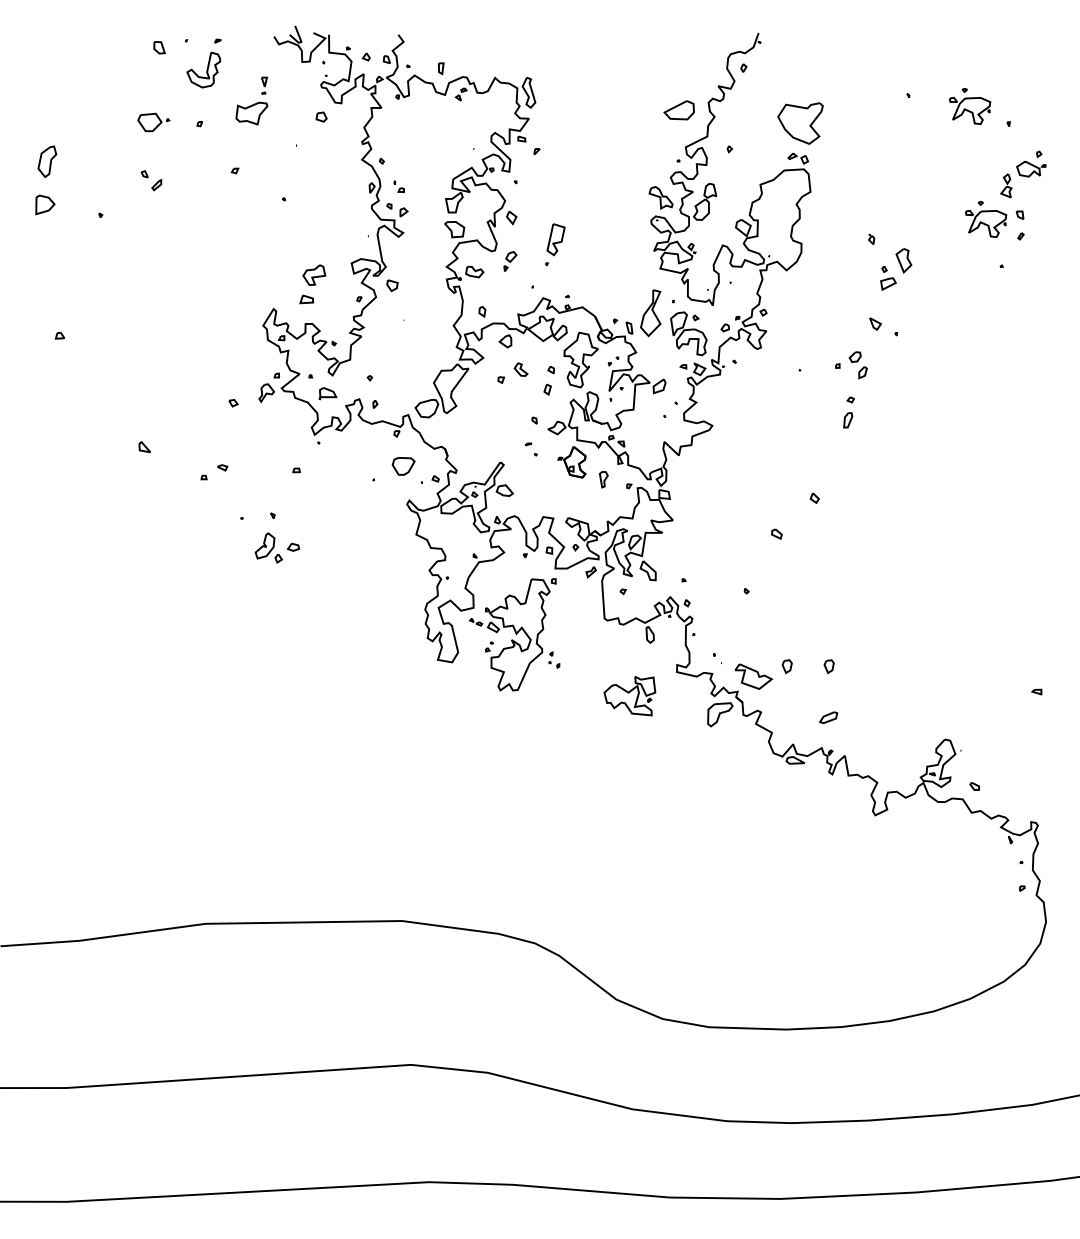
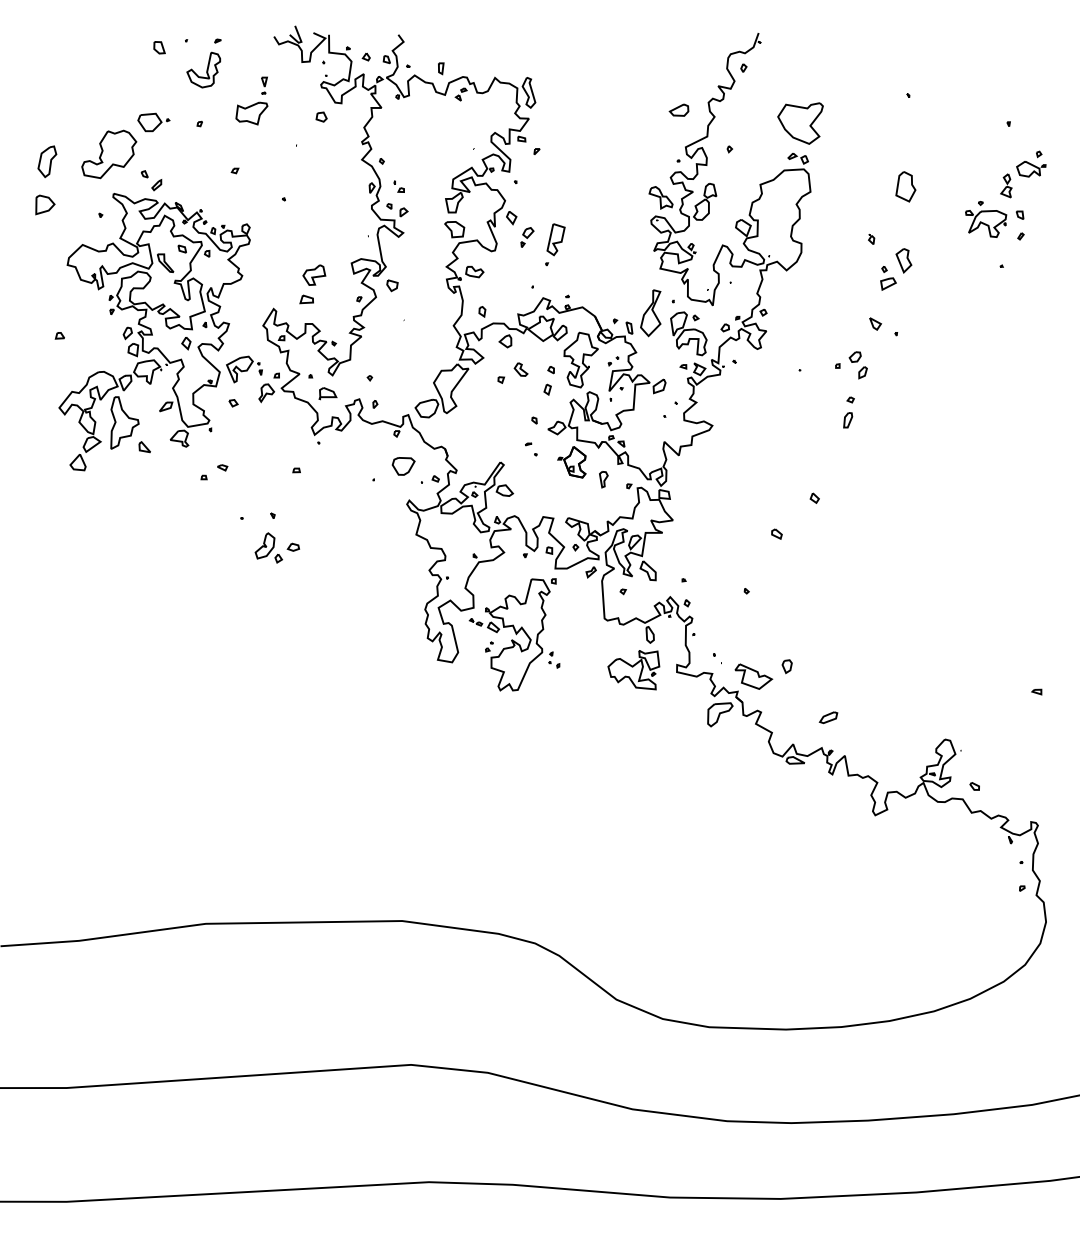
part at (970, 106): present -> none
part at (678, 110) size: 32x21 px -> 22x14 px
part at (109, 154): none -> present
part at (905, 186): none -> present
part at (510, 261) position: (510, 261) -> (527, 237)
part at (160, 332): none -> present
part at (828, 666): present -> none
part at (629, 696) position: (629, 696) -> (633, 670)
